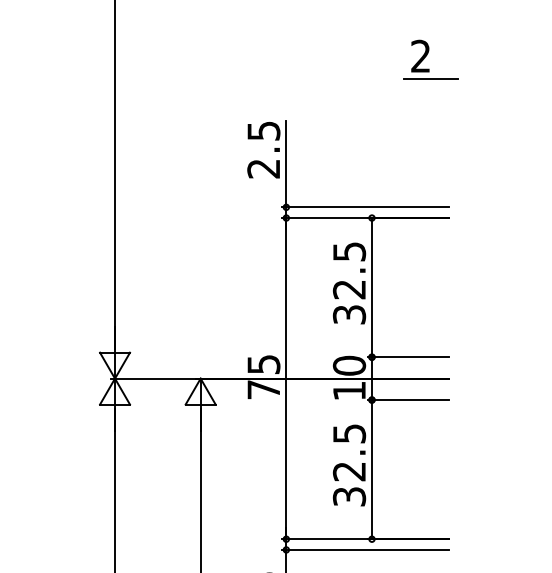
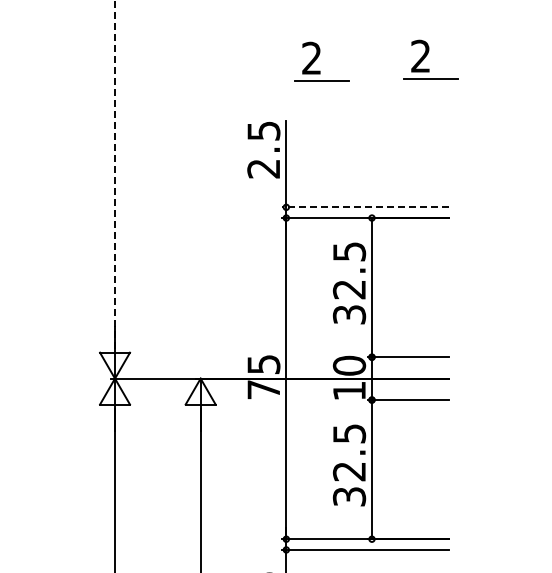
part at (321, 61): none -> present
line at (115, 173): solid -> dashed
line at (365, 207): solid -> dashed
